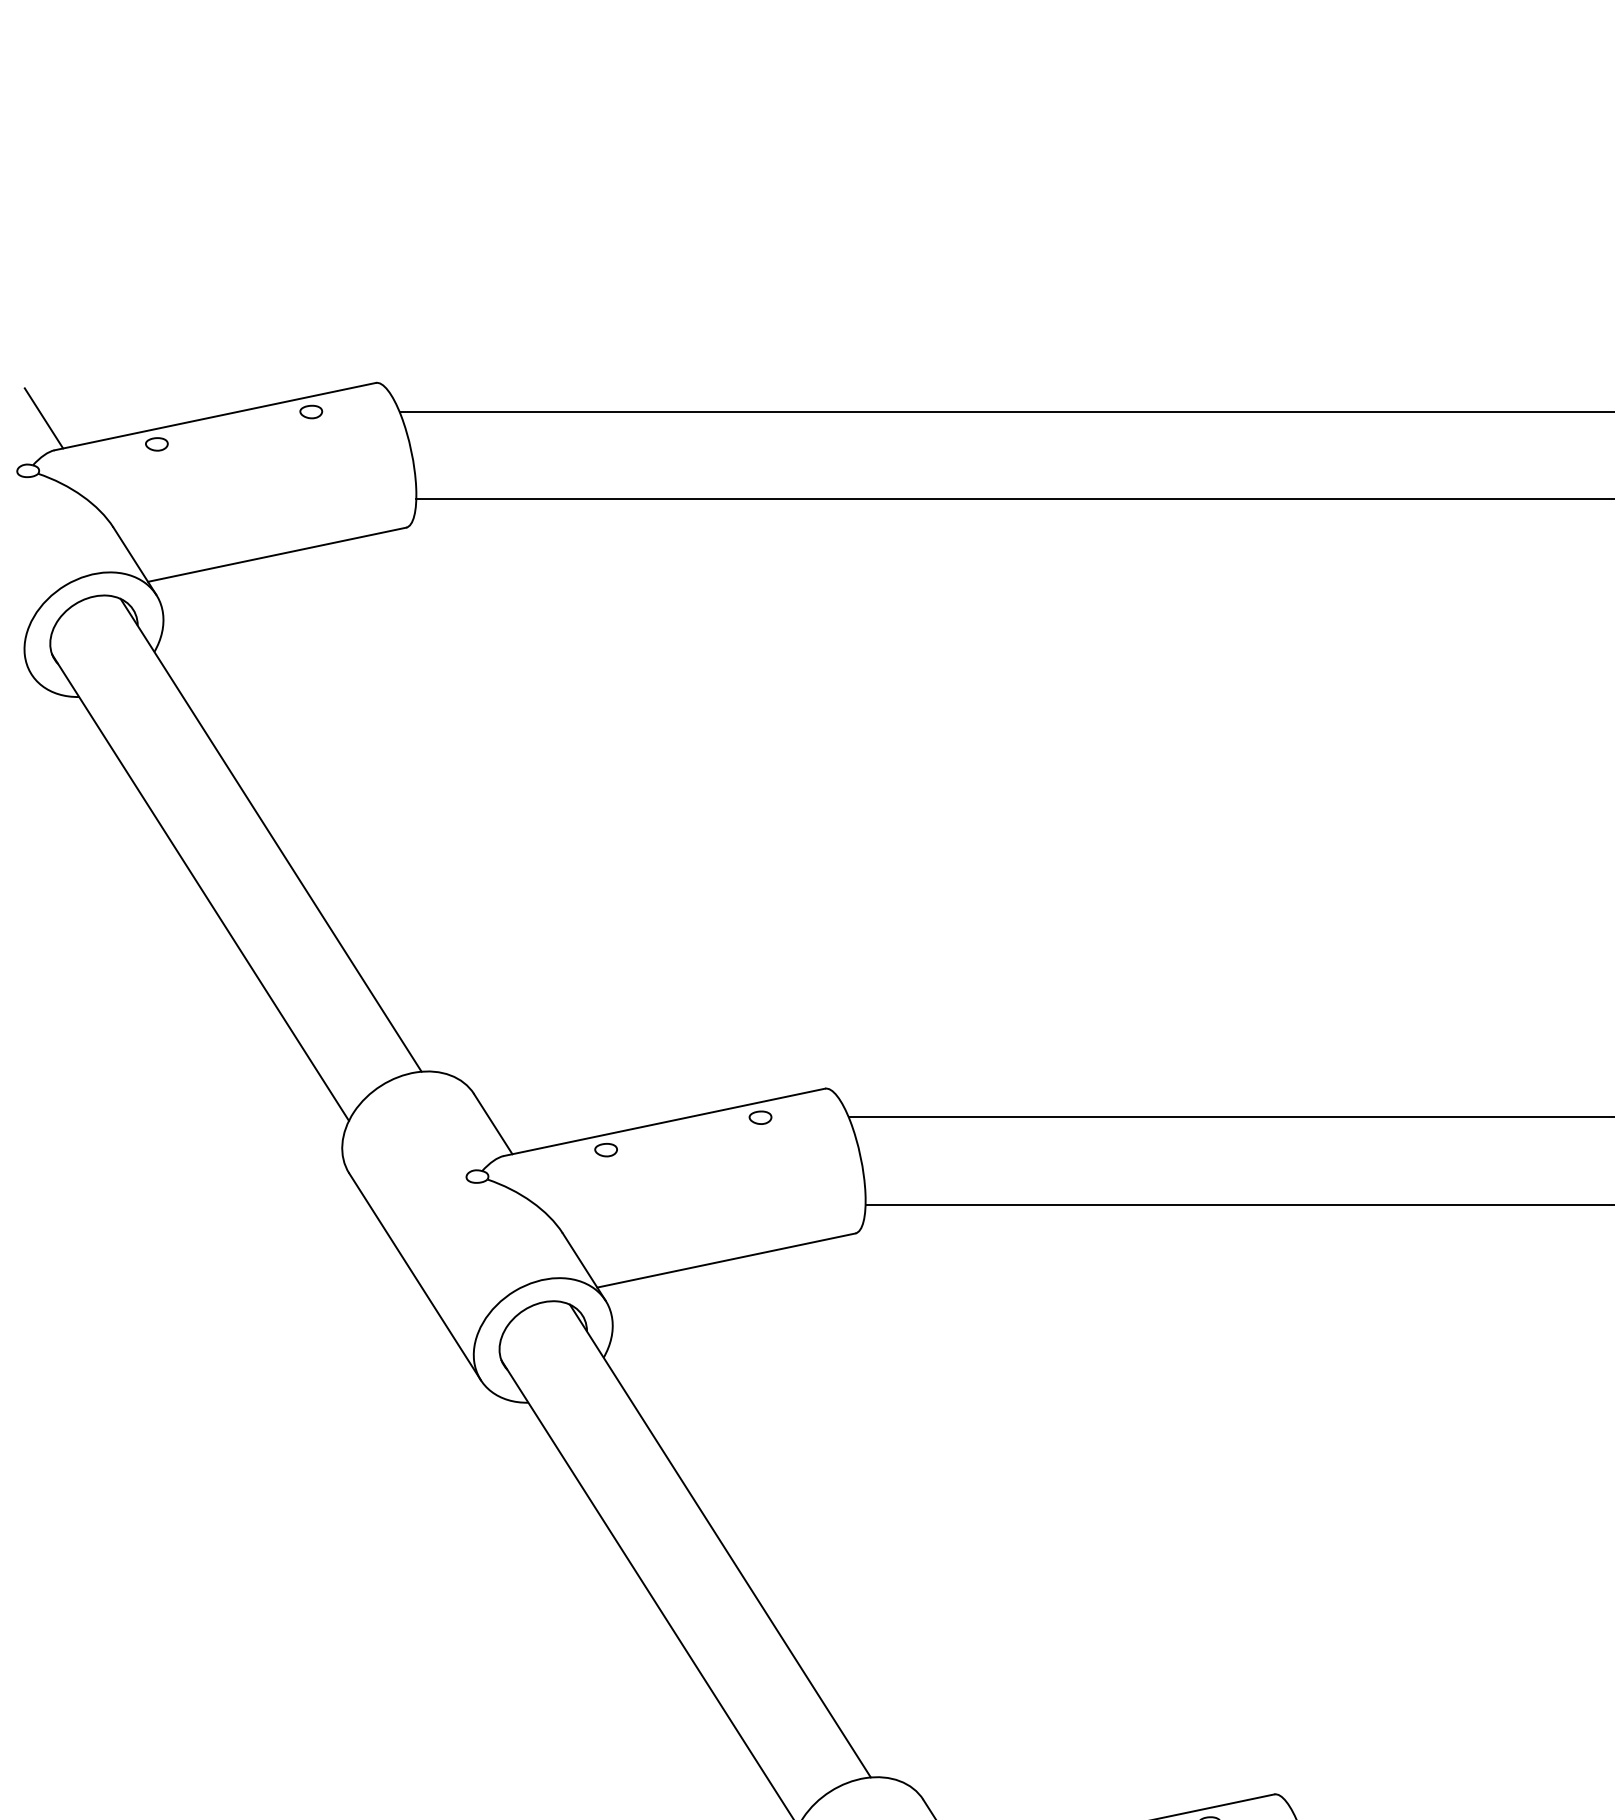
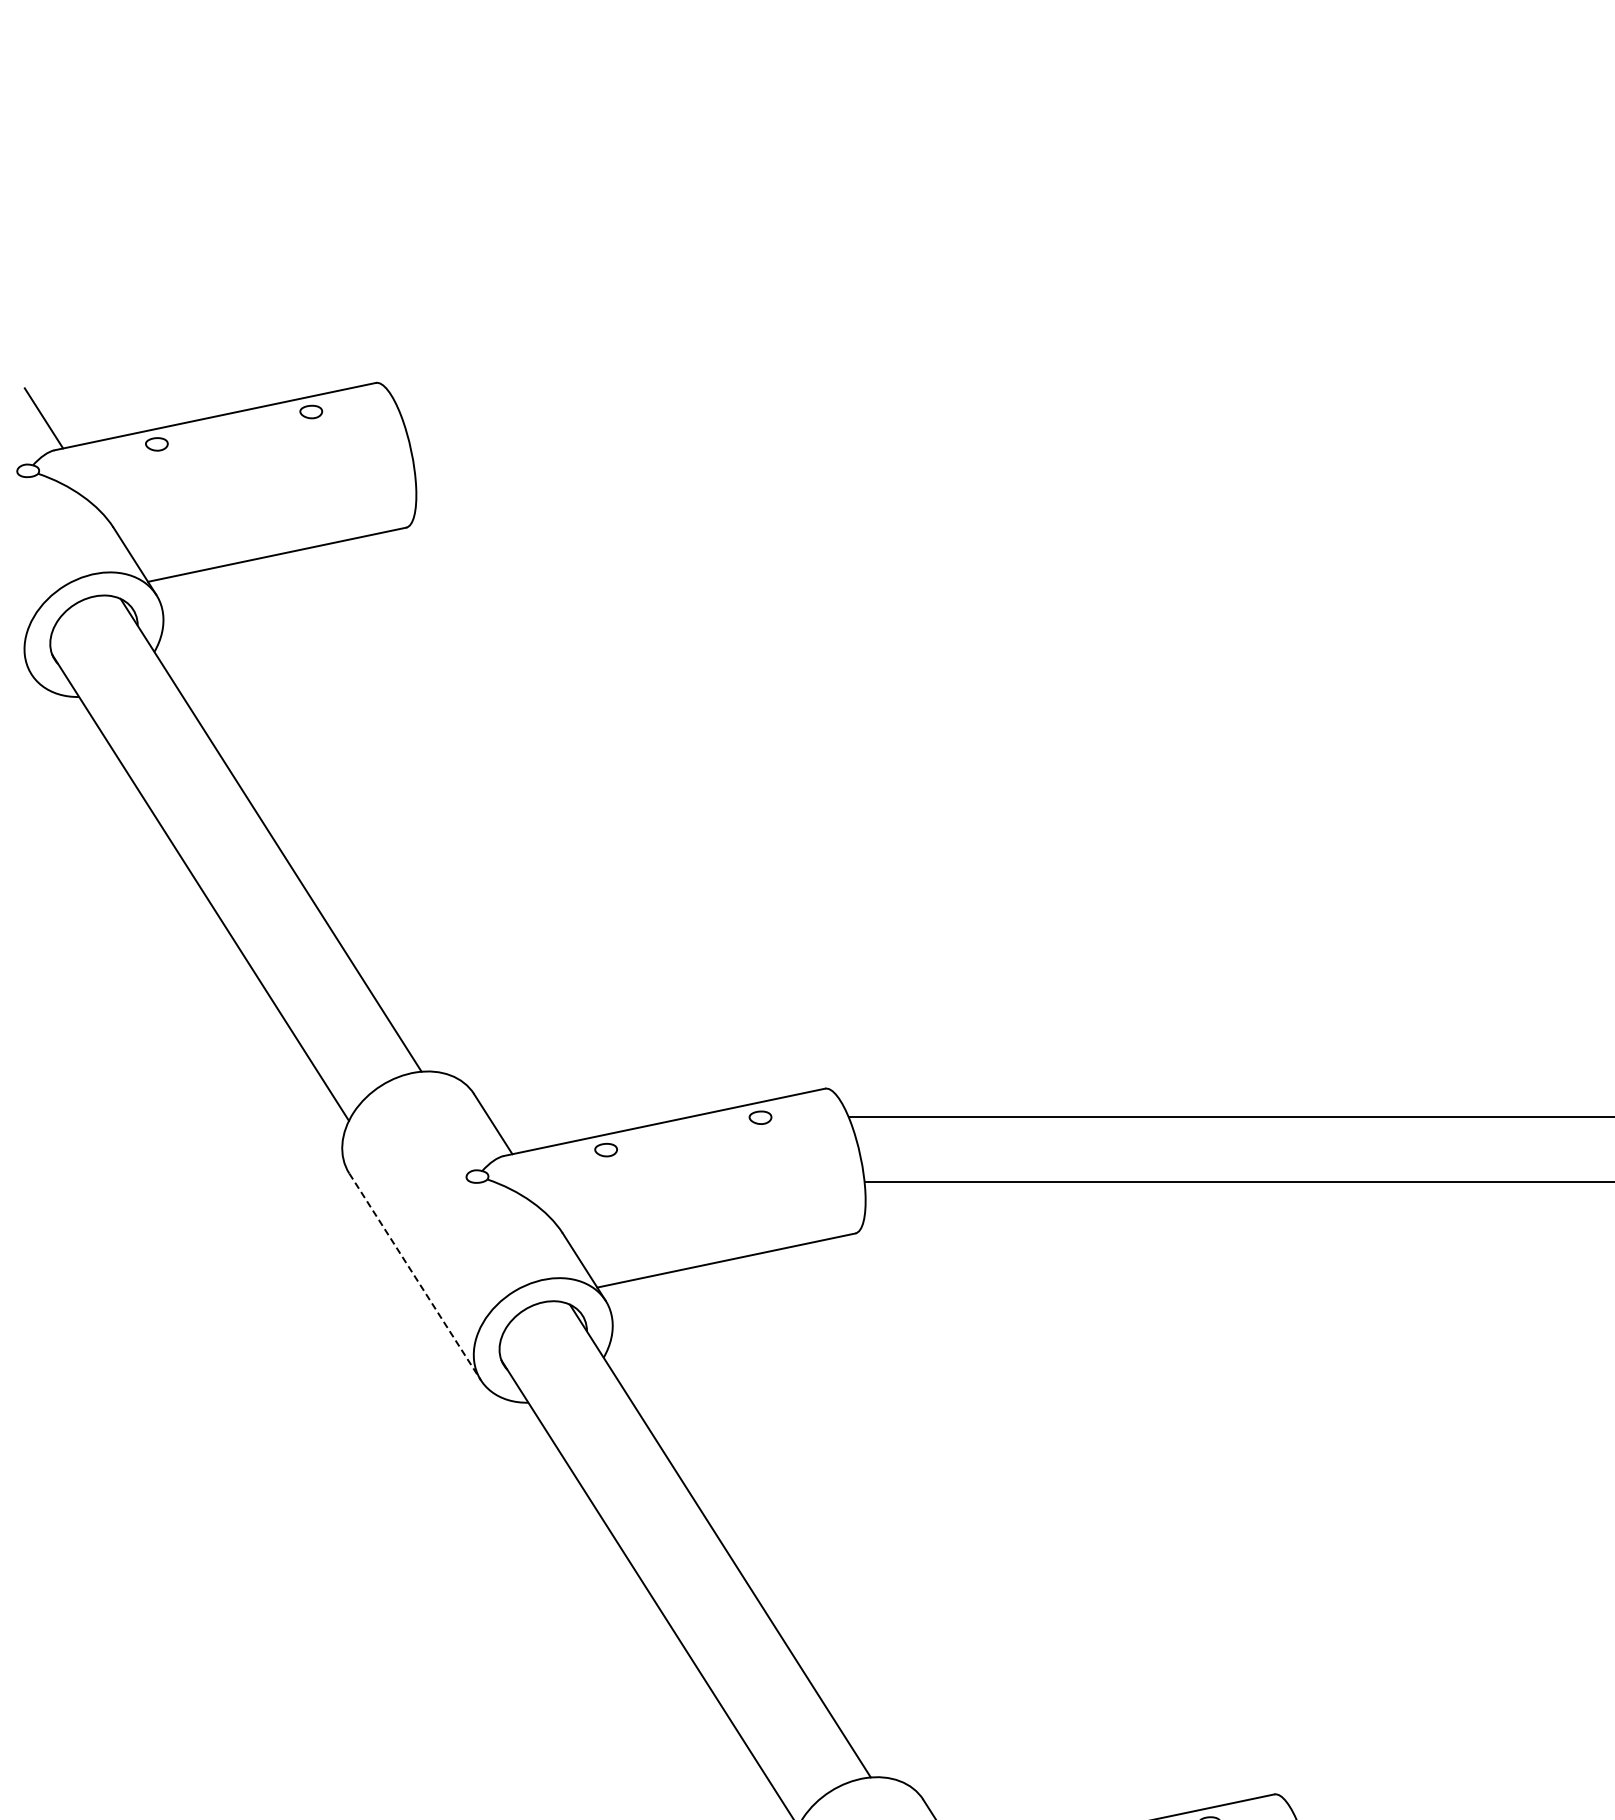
line at (1005, 411): present -> none
line at (1013, 499): present -> none
line at (1238, 1204) position: (1238, 1204) -> (1238, 1181)
line at (415, 1277): solid -> dashed
